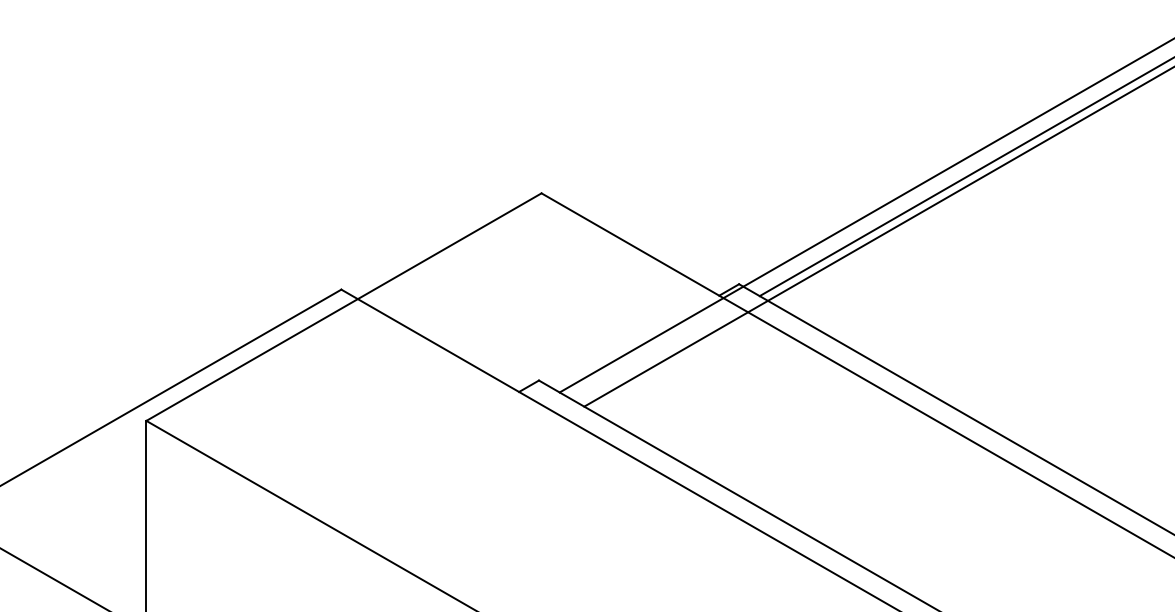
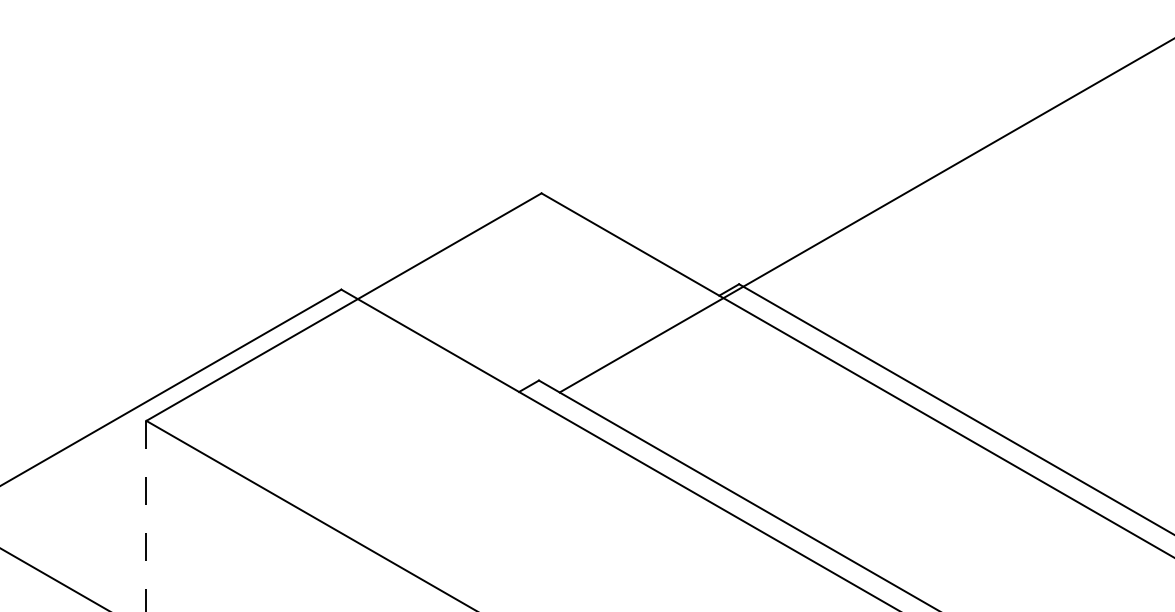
line at (965, 177): present -> none
line at (877, 237): present -> none
line at (146, 516): solid -> dashed
